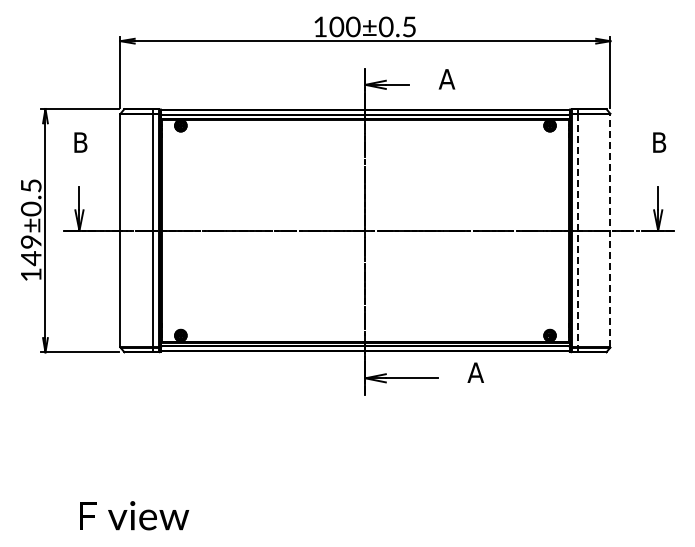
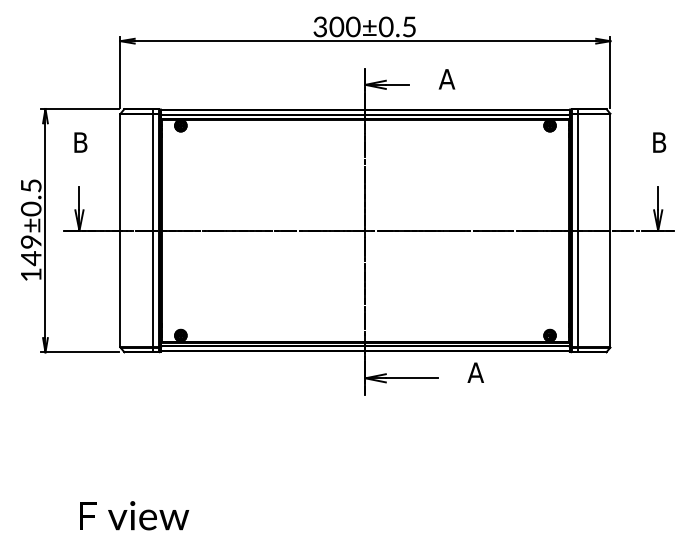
text at (319, 26): 100±0.5 -> 300±0.5
line at (577, 230): dashed -> solid
line at (610, 230): dashed -> solid
